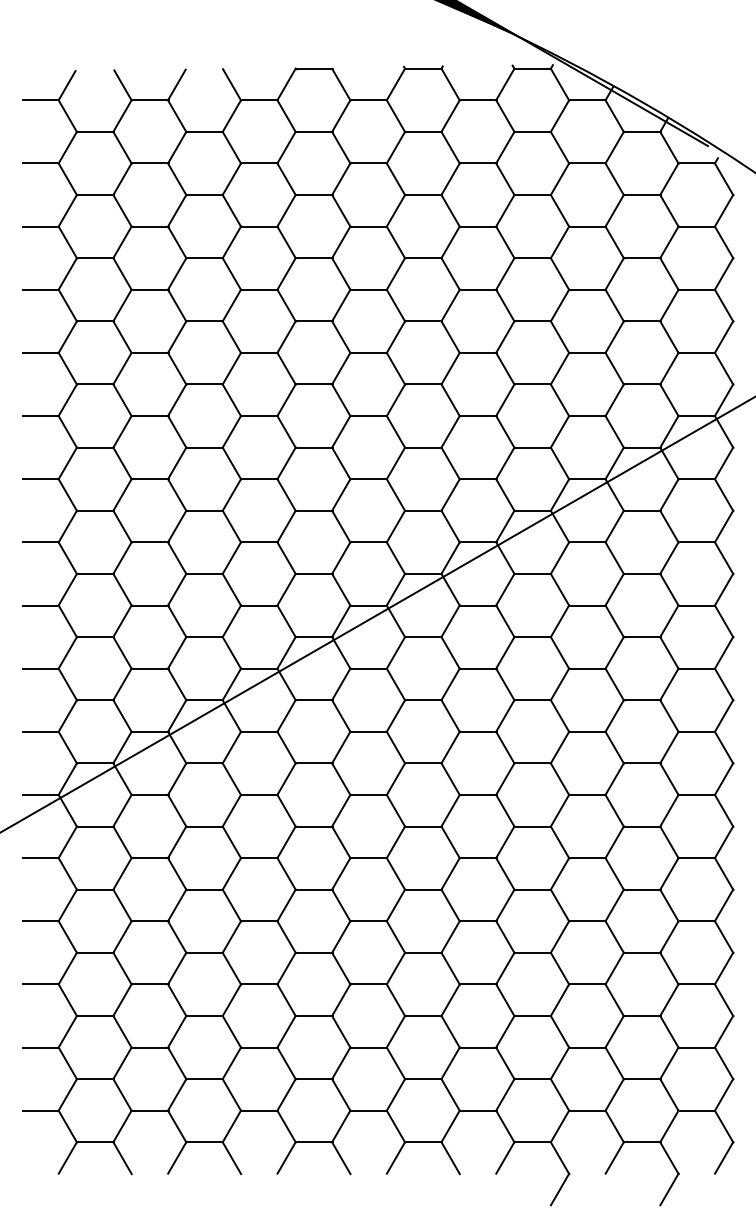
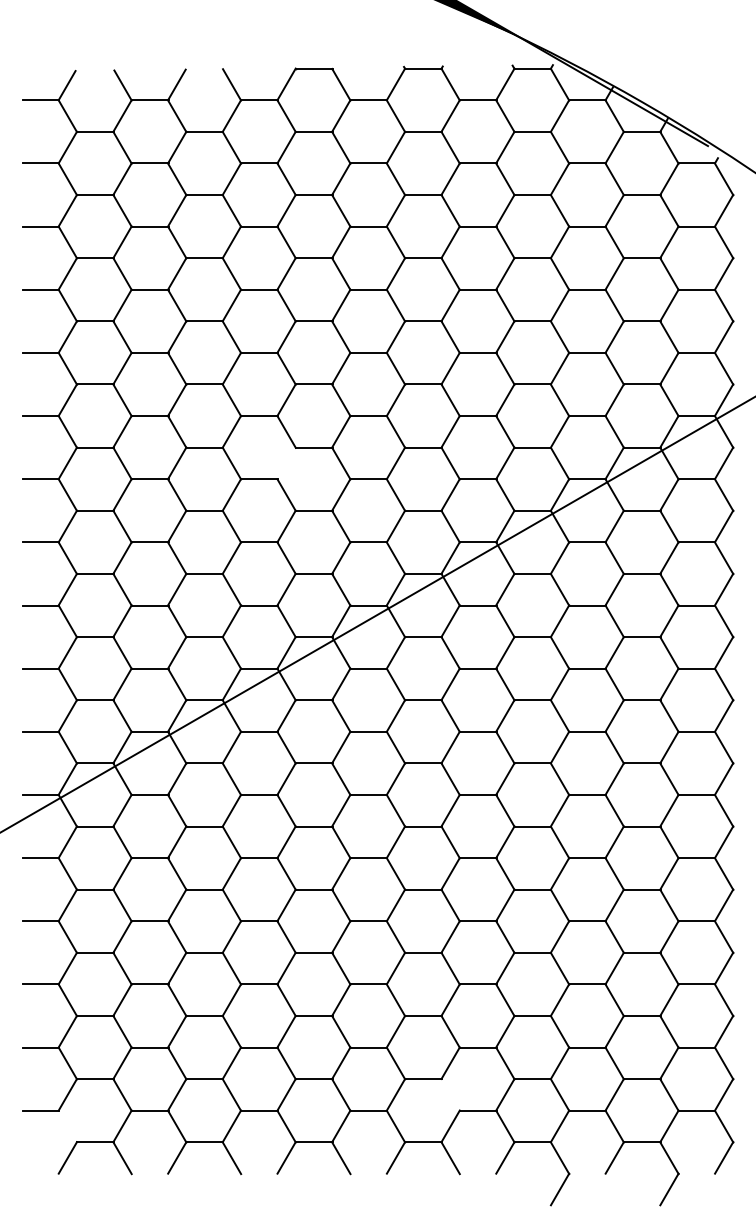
line at (286, 463): present -> none
line at (450, 1094): present -> none
line at (67, 1126): present -> none
